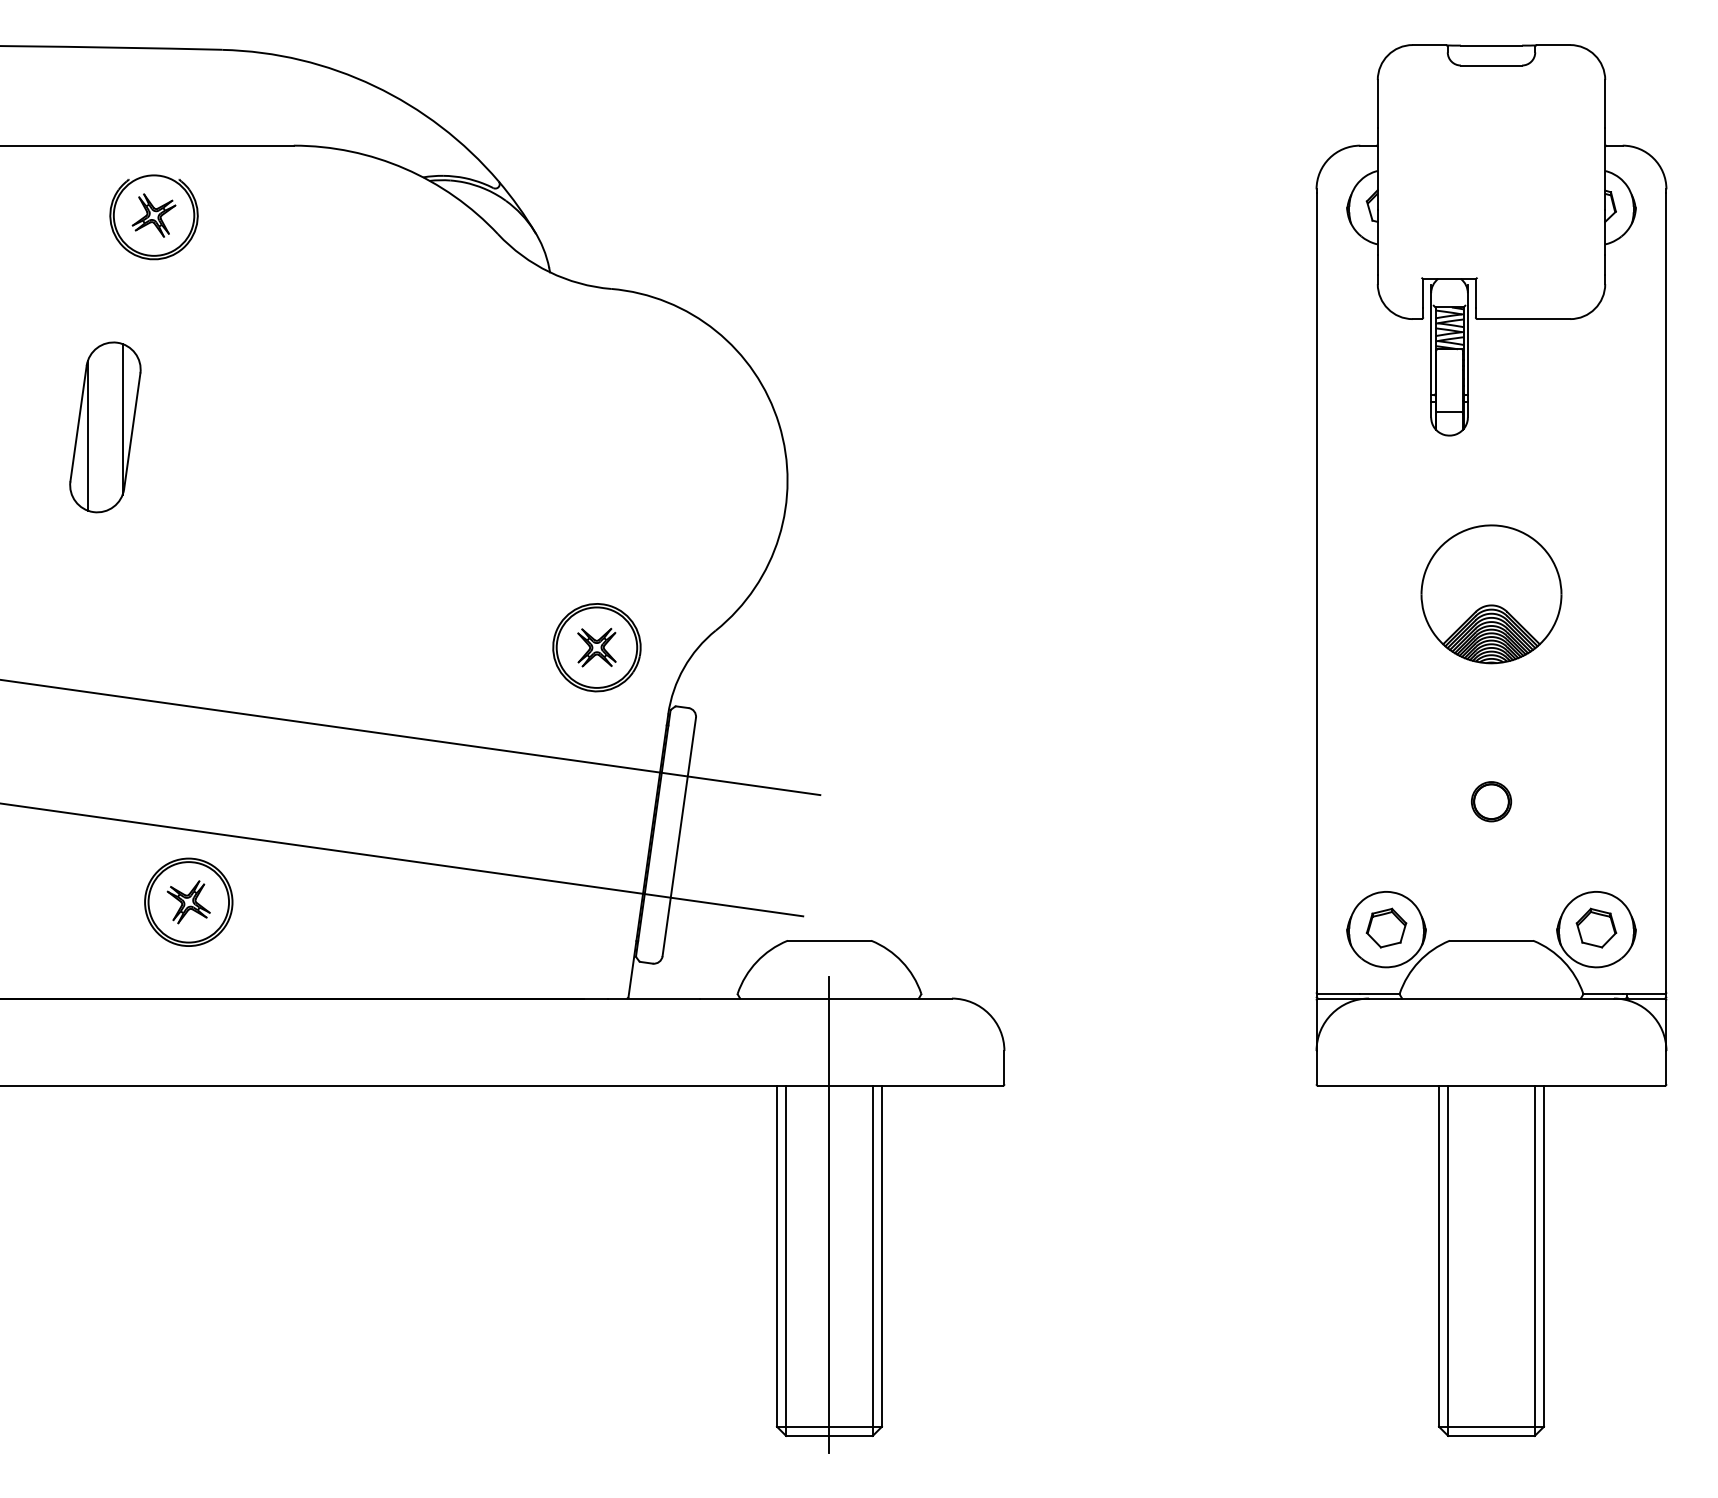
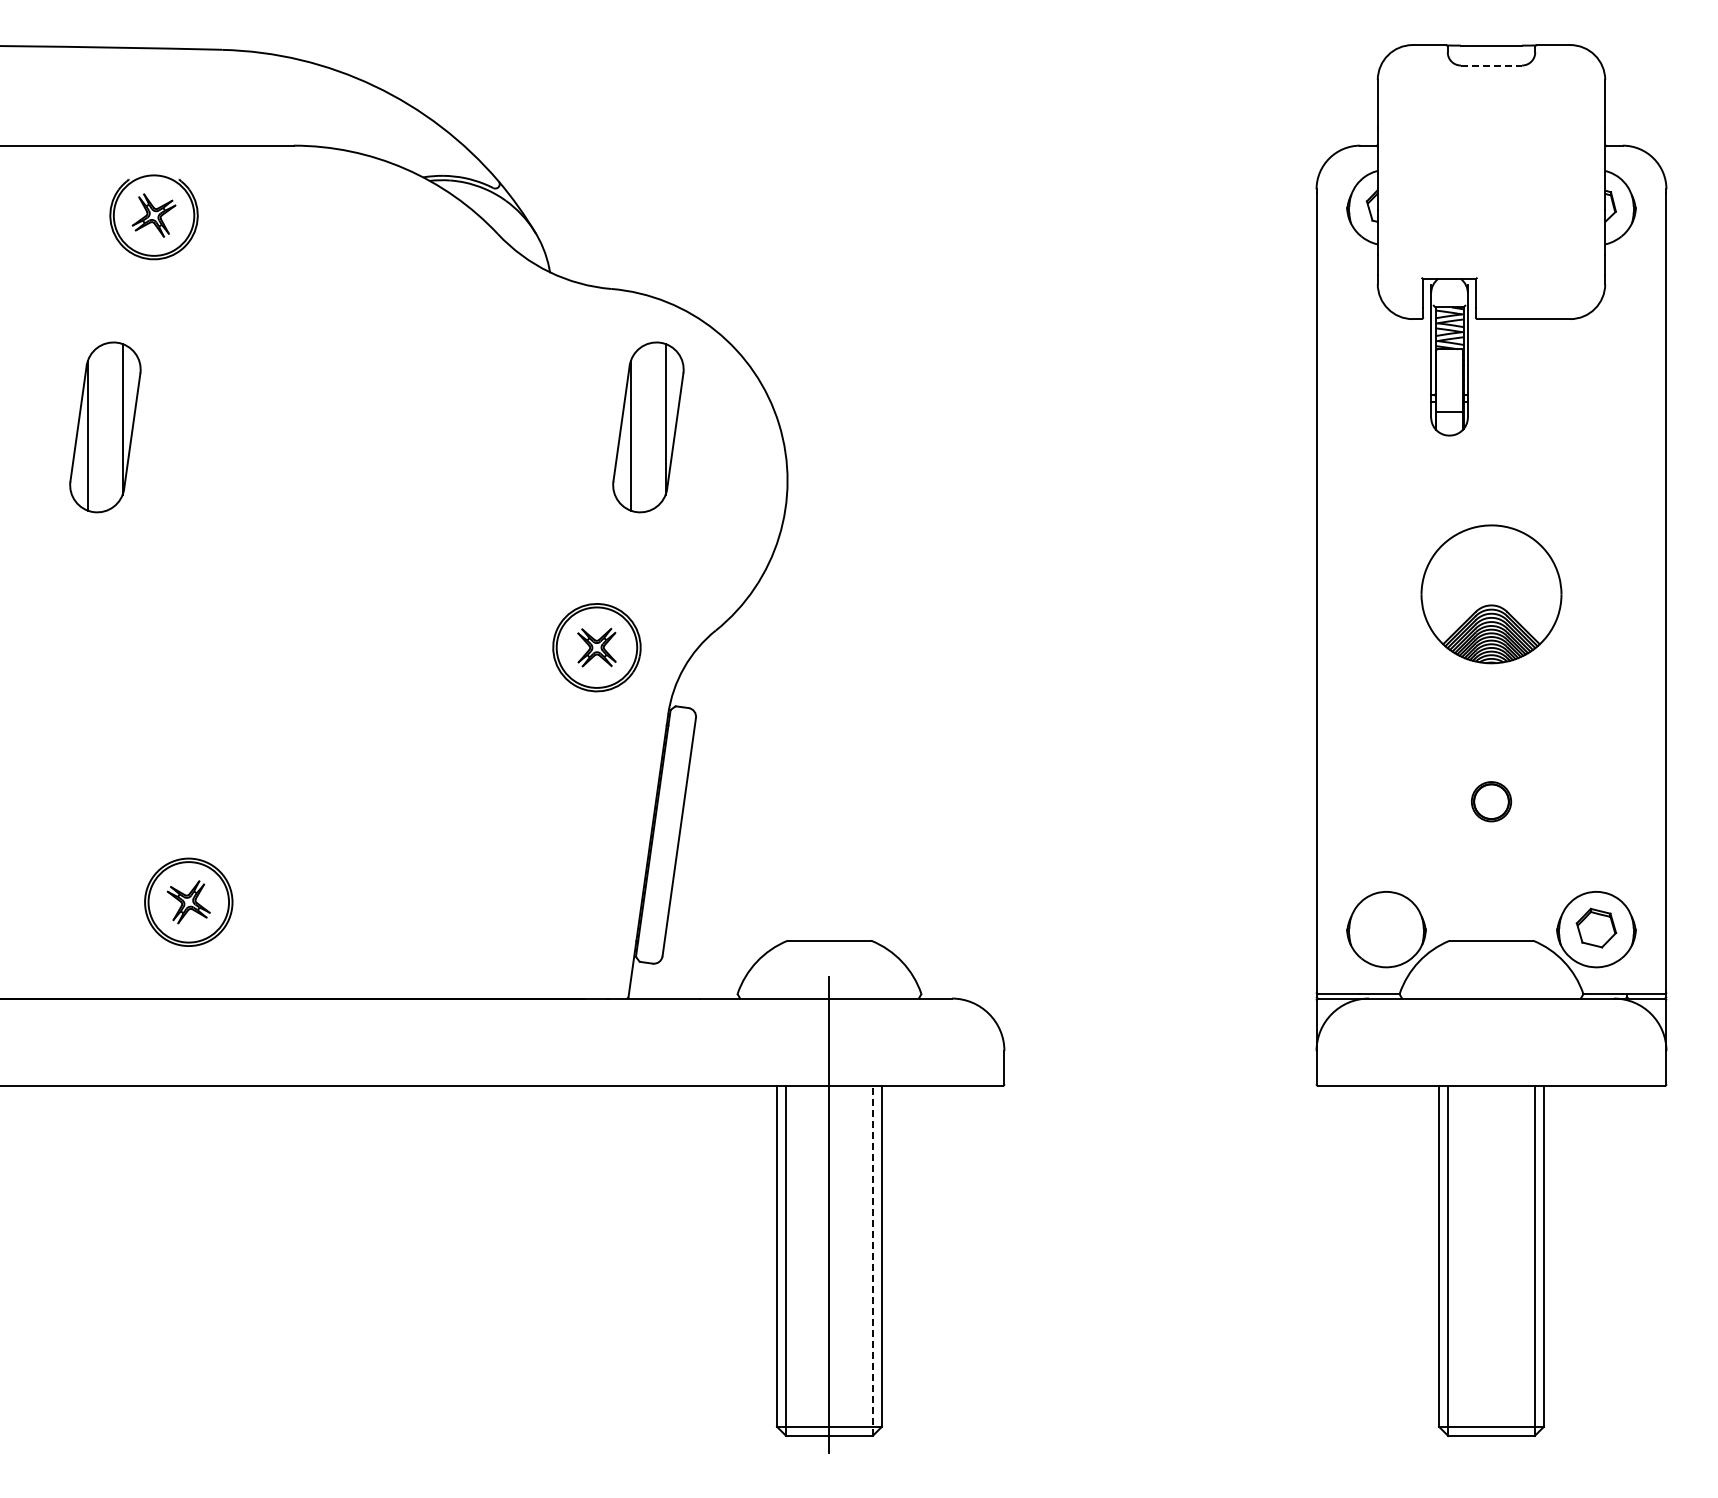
line at (1491, 65): solid -> dashed
part at (648, 427): none -> present
line at (411, 737): present -> none
line at (402, 859): present -> none
part at (1386, 927): present -> none
line at (872, 1261): solid -> dashed
